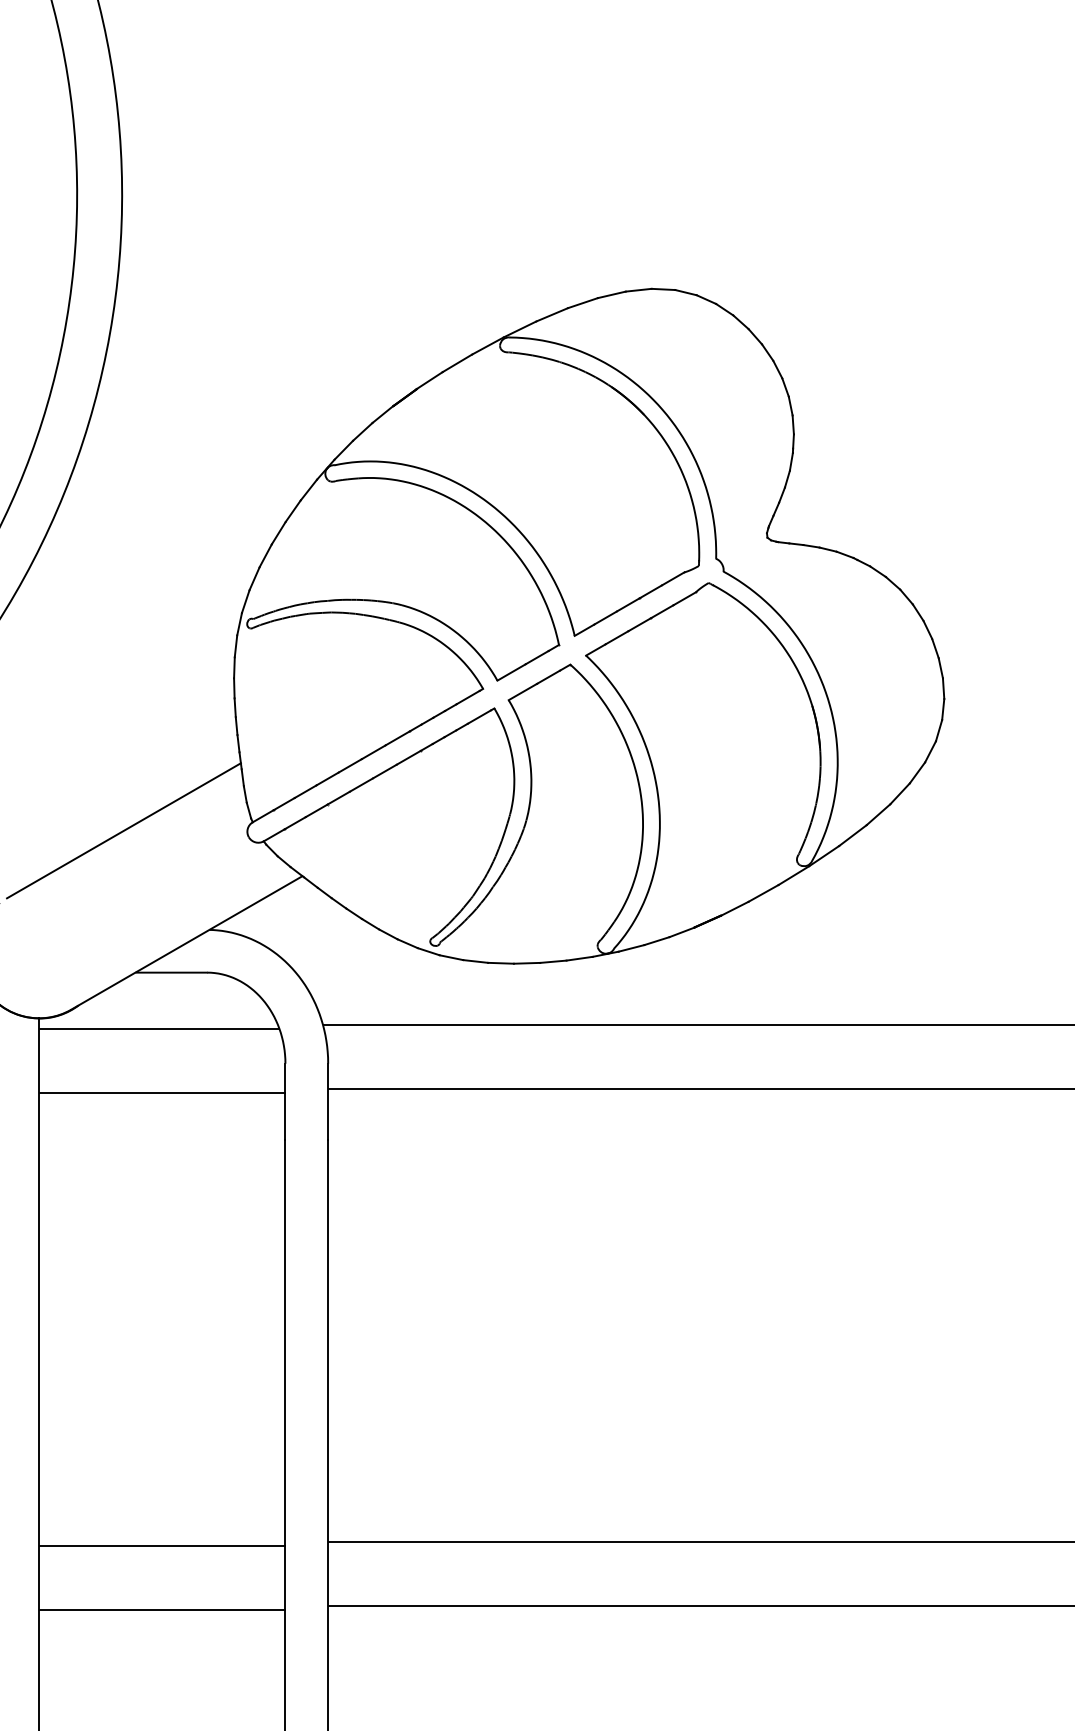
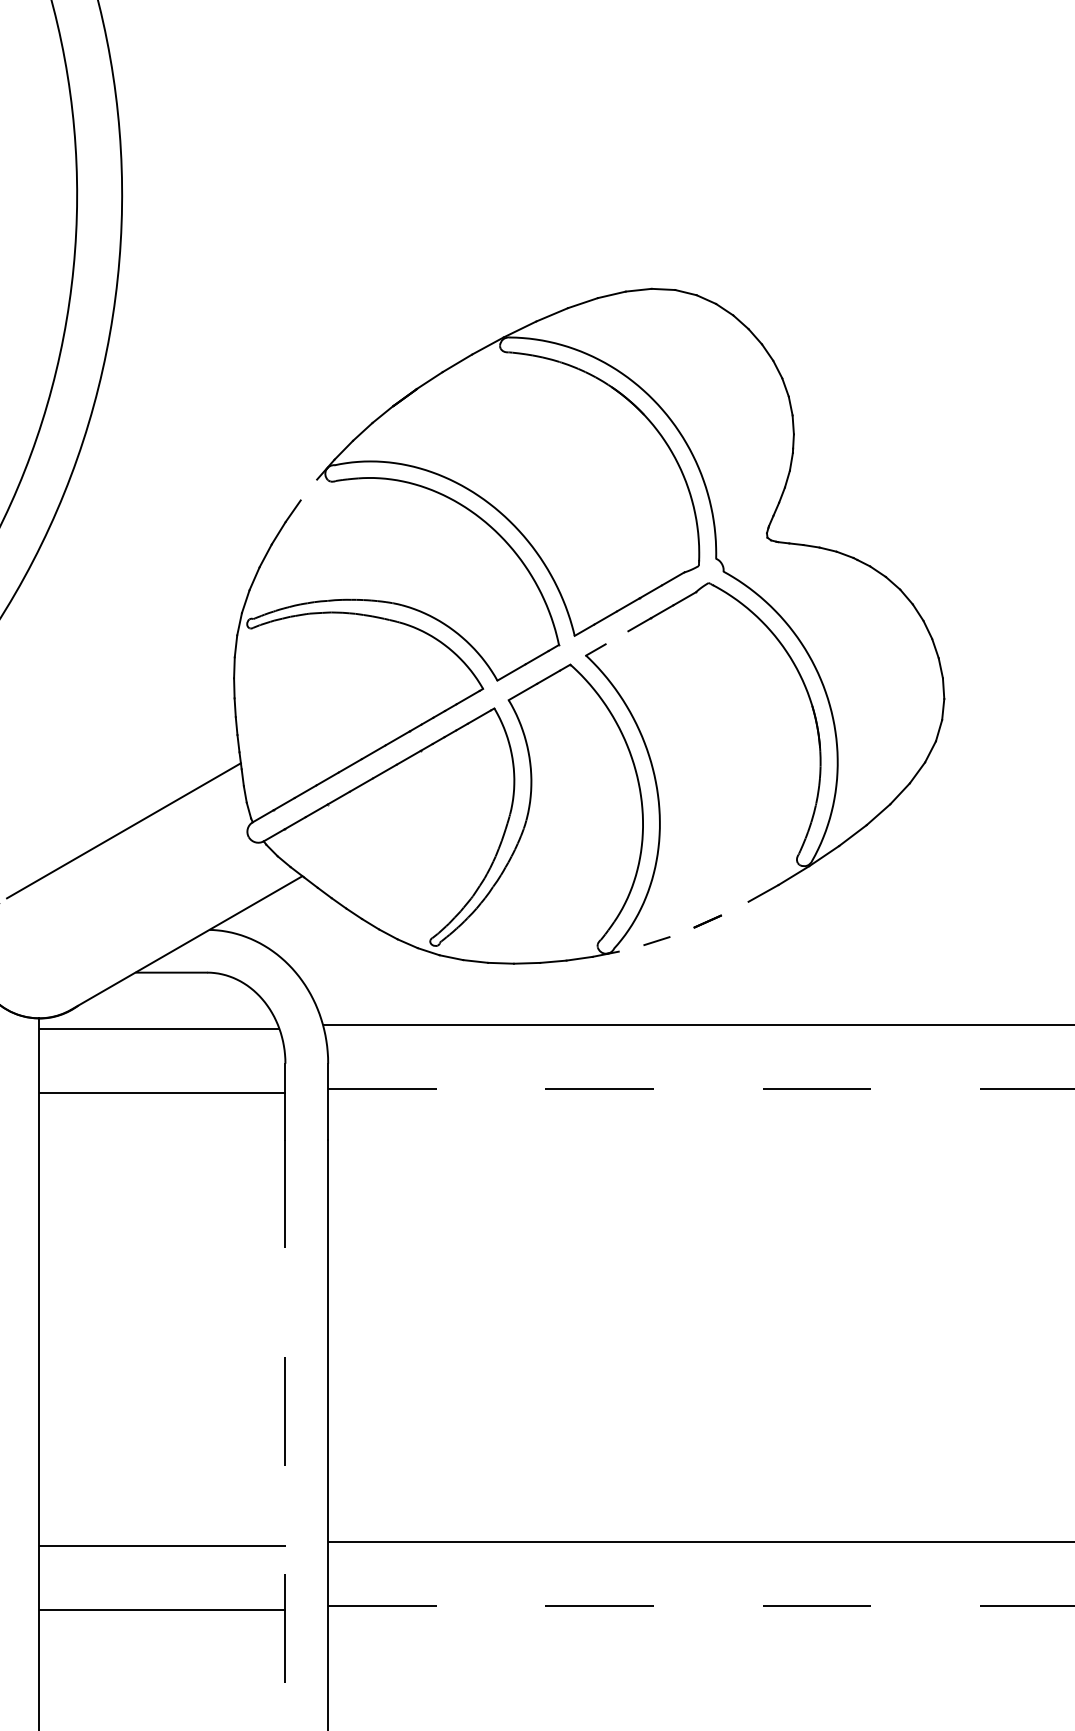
line at (308, 489): present -> none
line at (616, 637): present -> none
line at (734, 908): present -> none
line at (681, 932): present -> none
line at (631, 948): present -> none
line at (702, 1089): solid -> dashed
line at (285, 1435): solid -> dashed
line at (702, 1605): solid -> dashed
